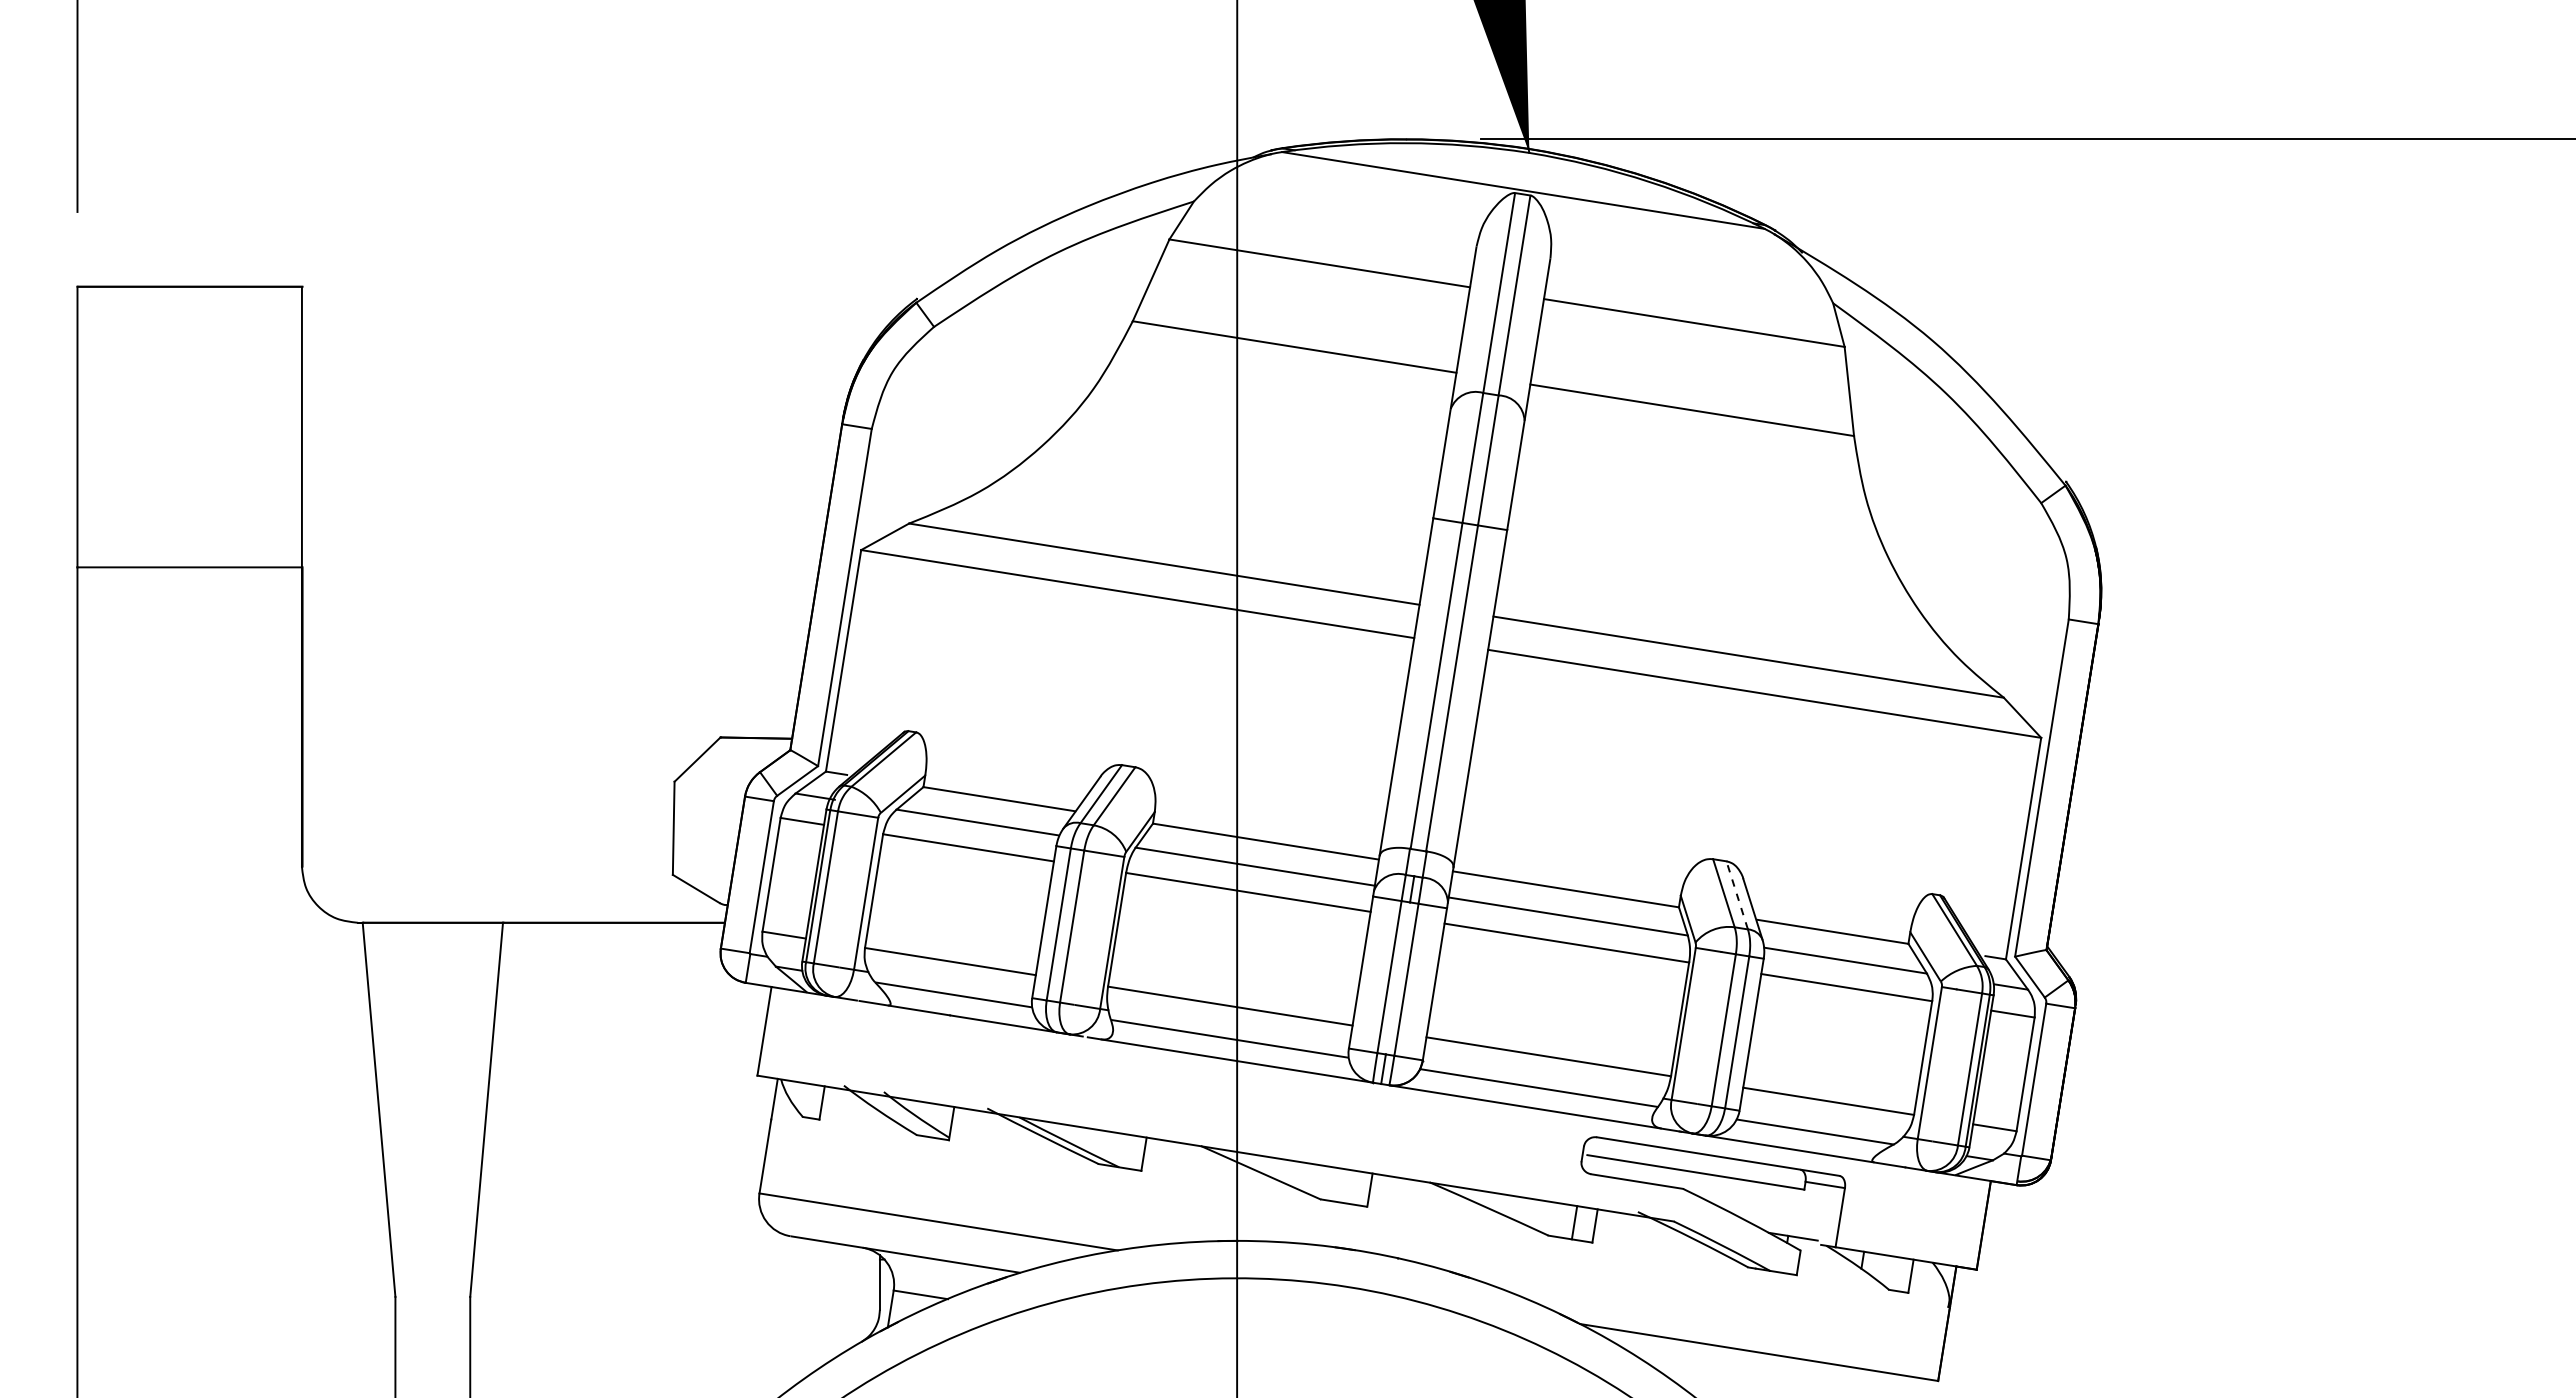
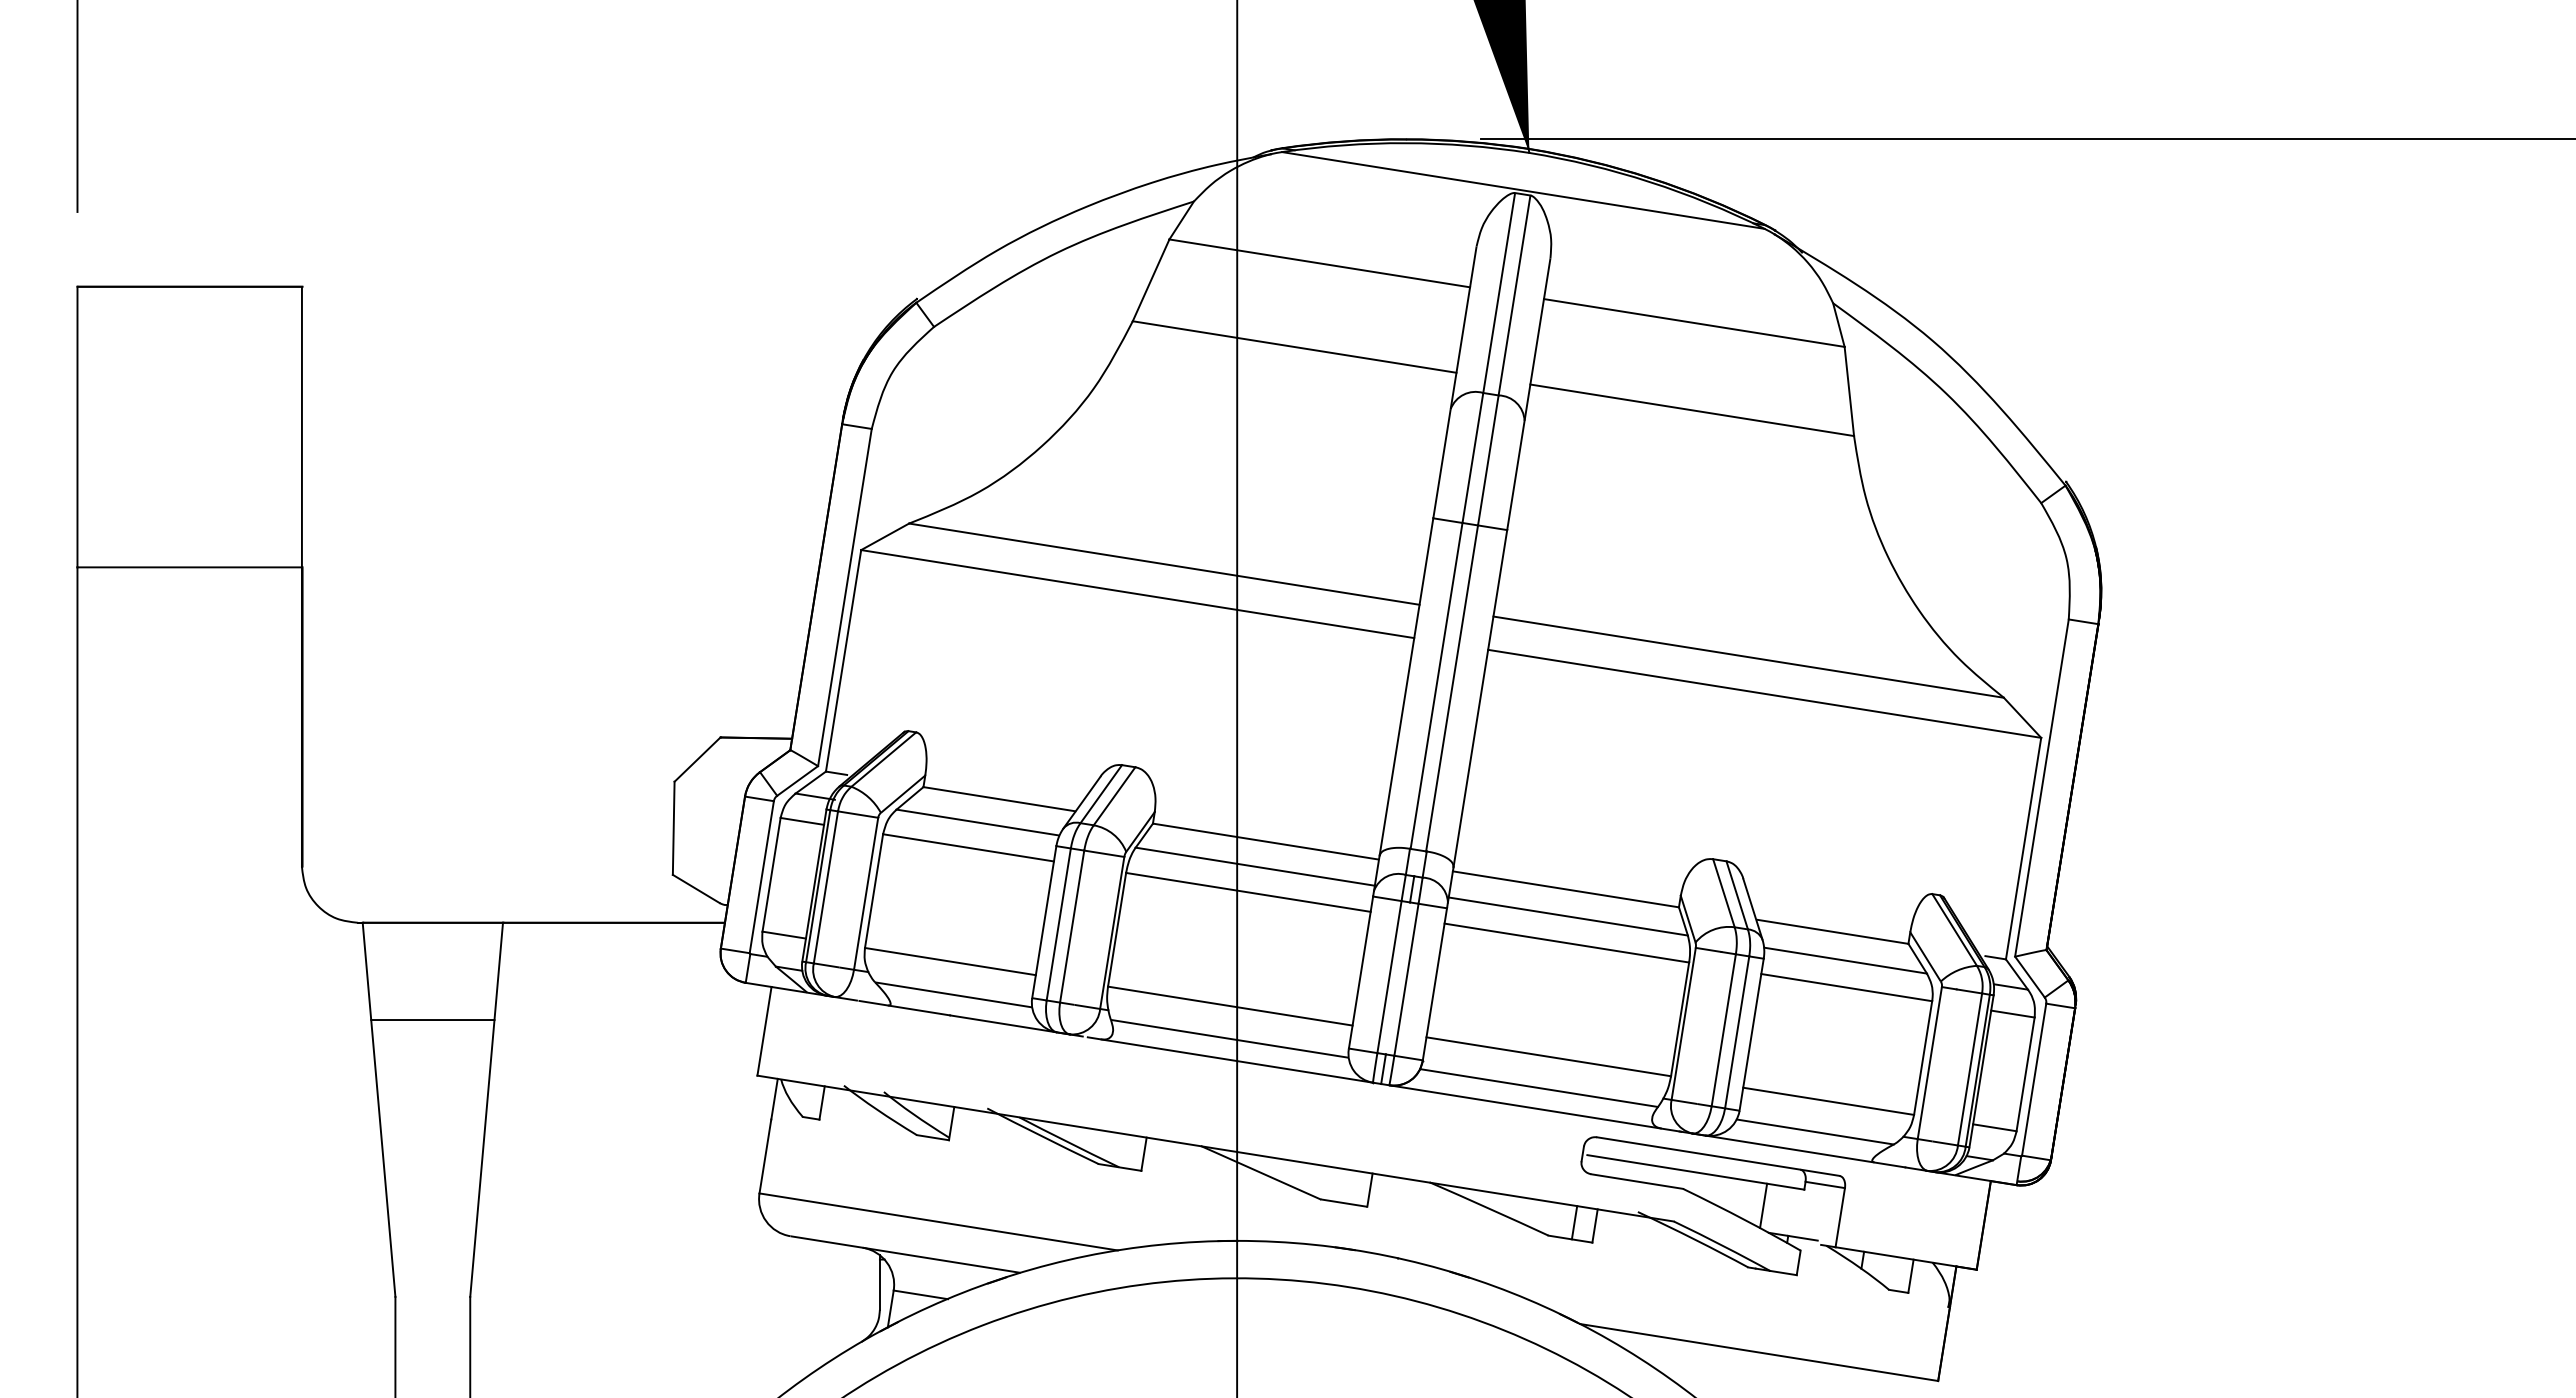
line at (1737, 895): dashed -> solid
line at (432, 1020): none -> present
line at (1763, 1205): none -> present
